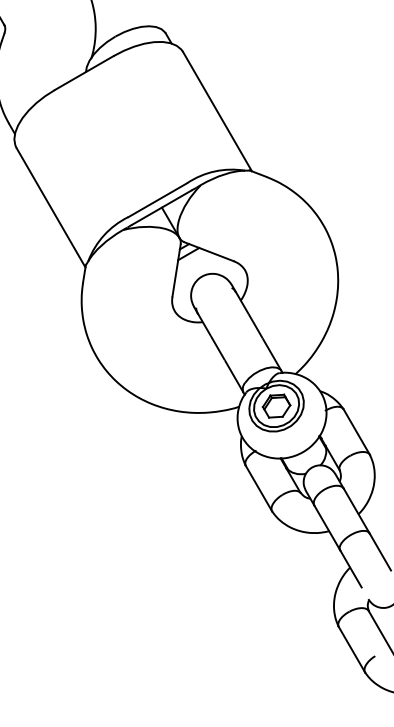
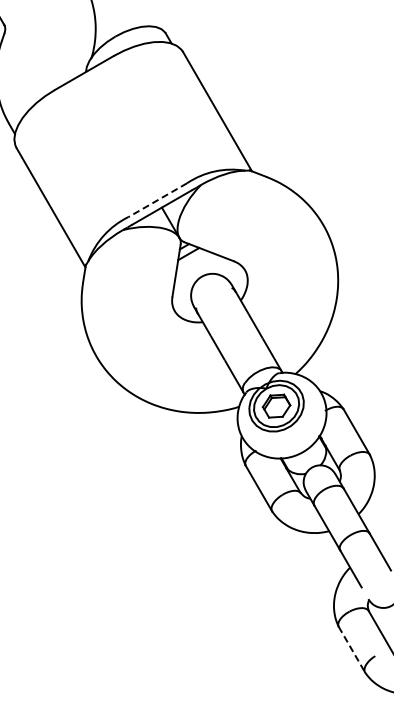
line at (157, 200): solid -> dashed
line at (351, 649): solid -> dashed
